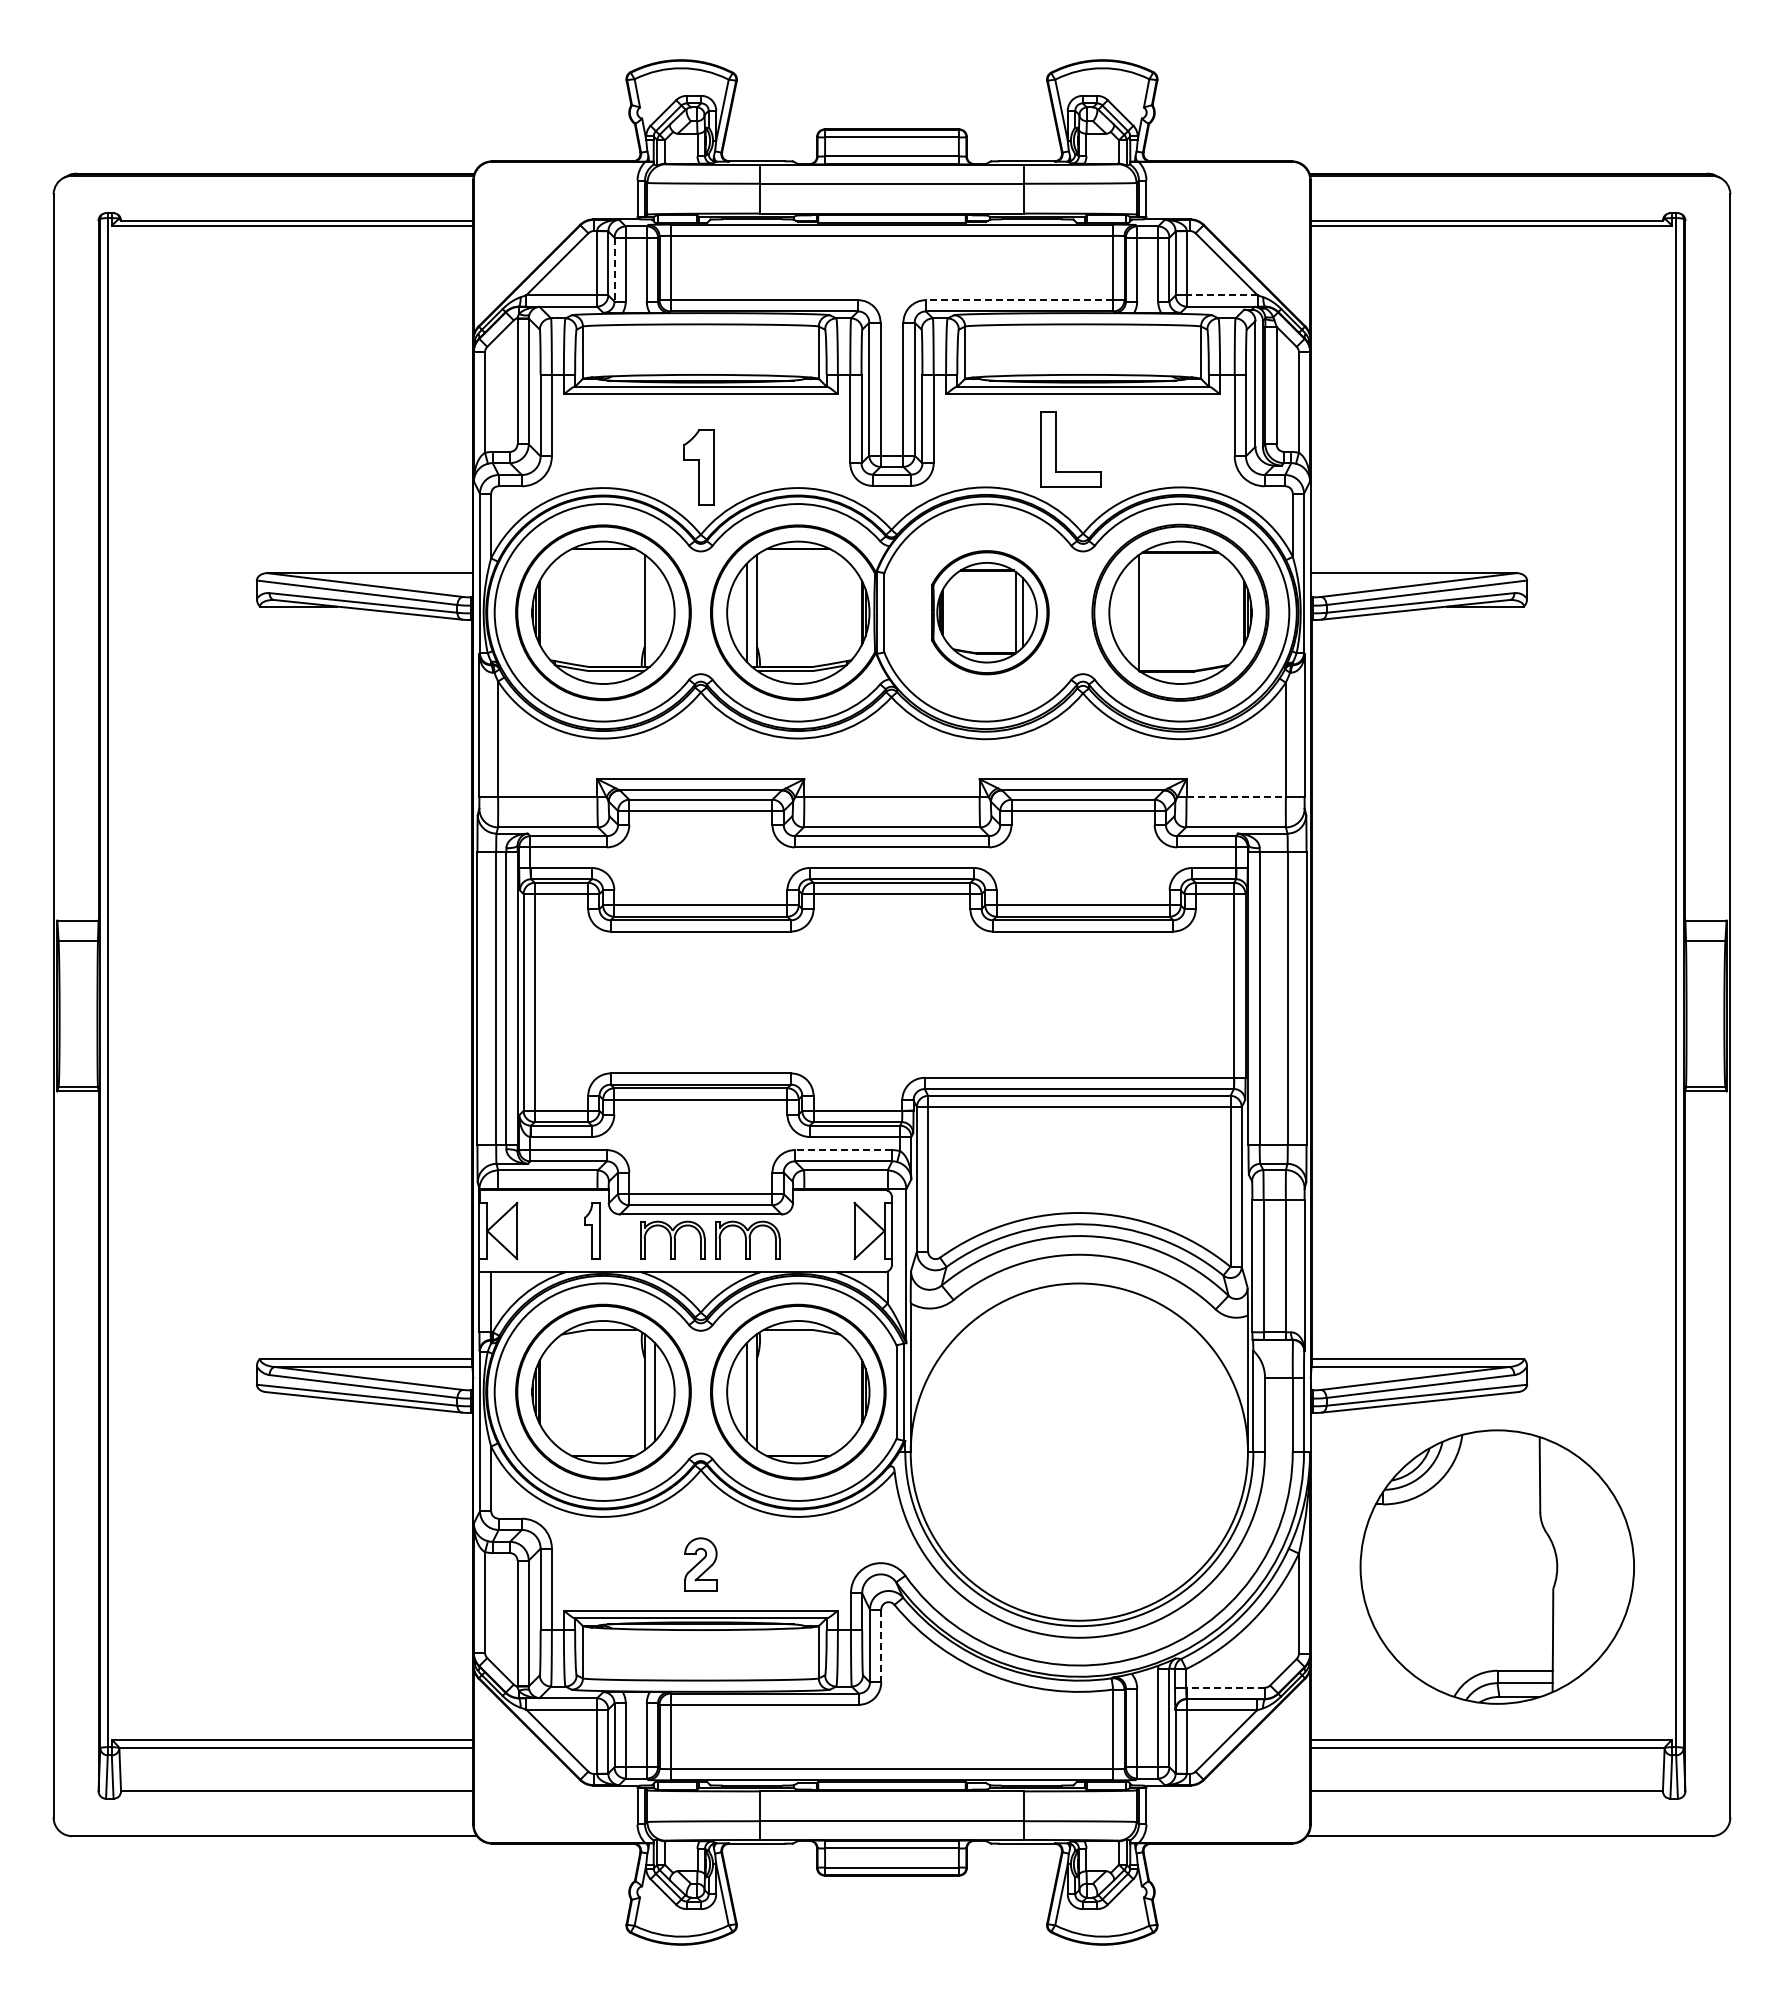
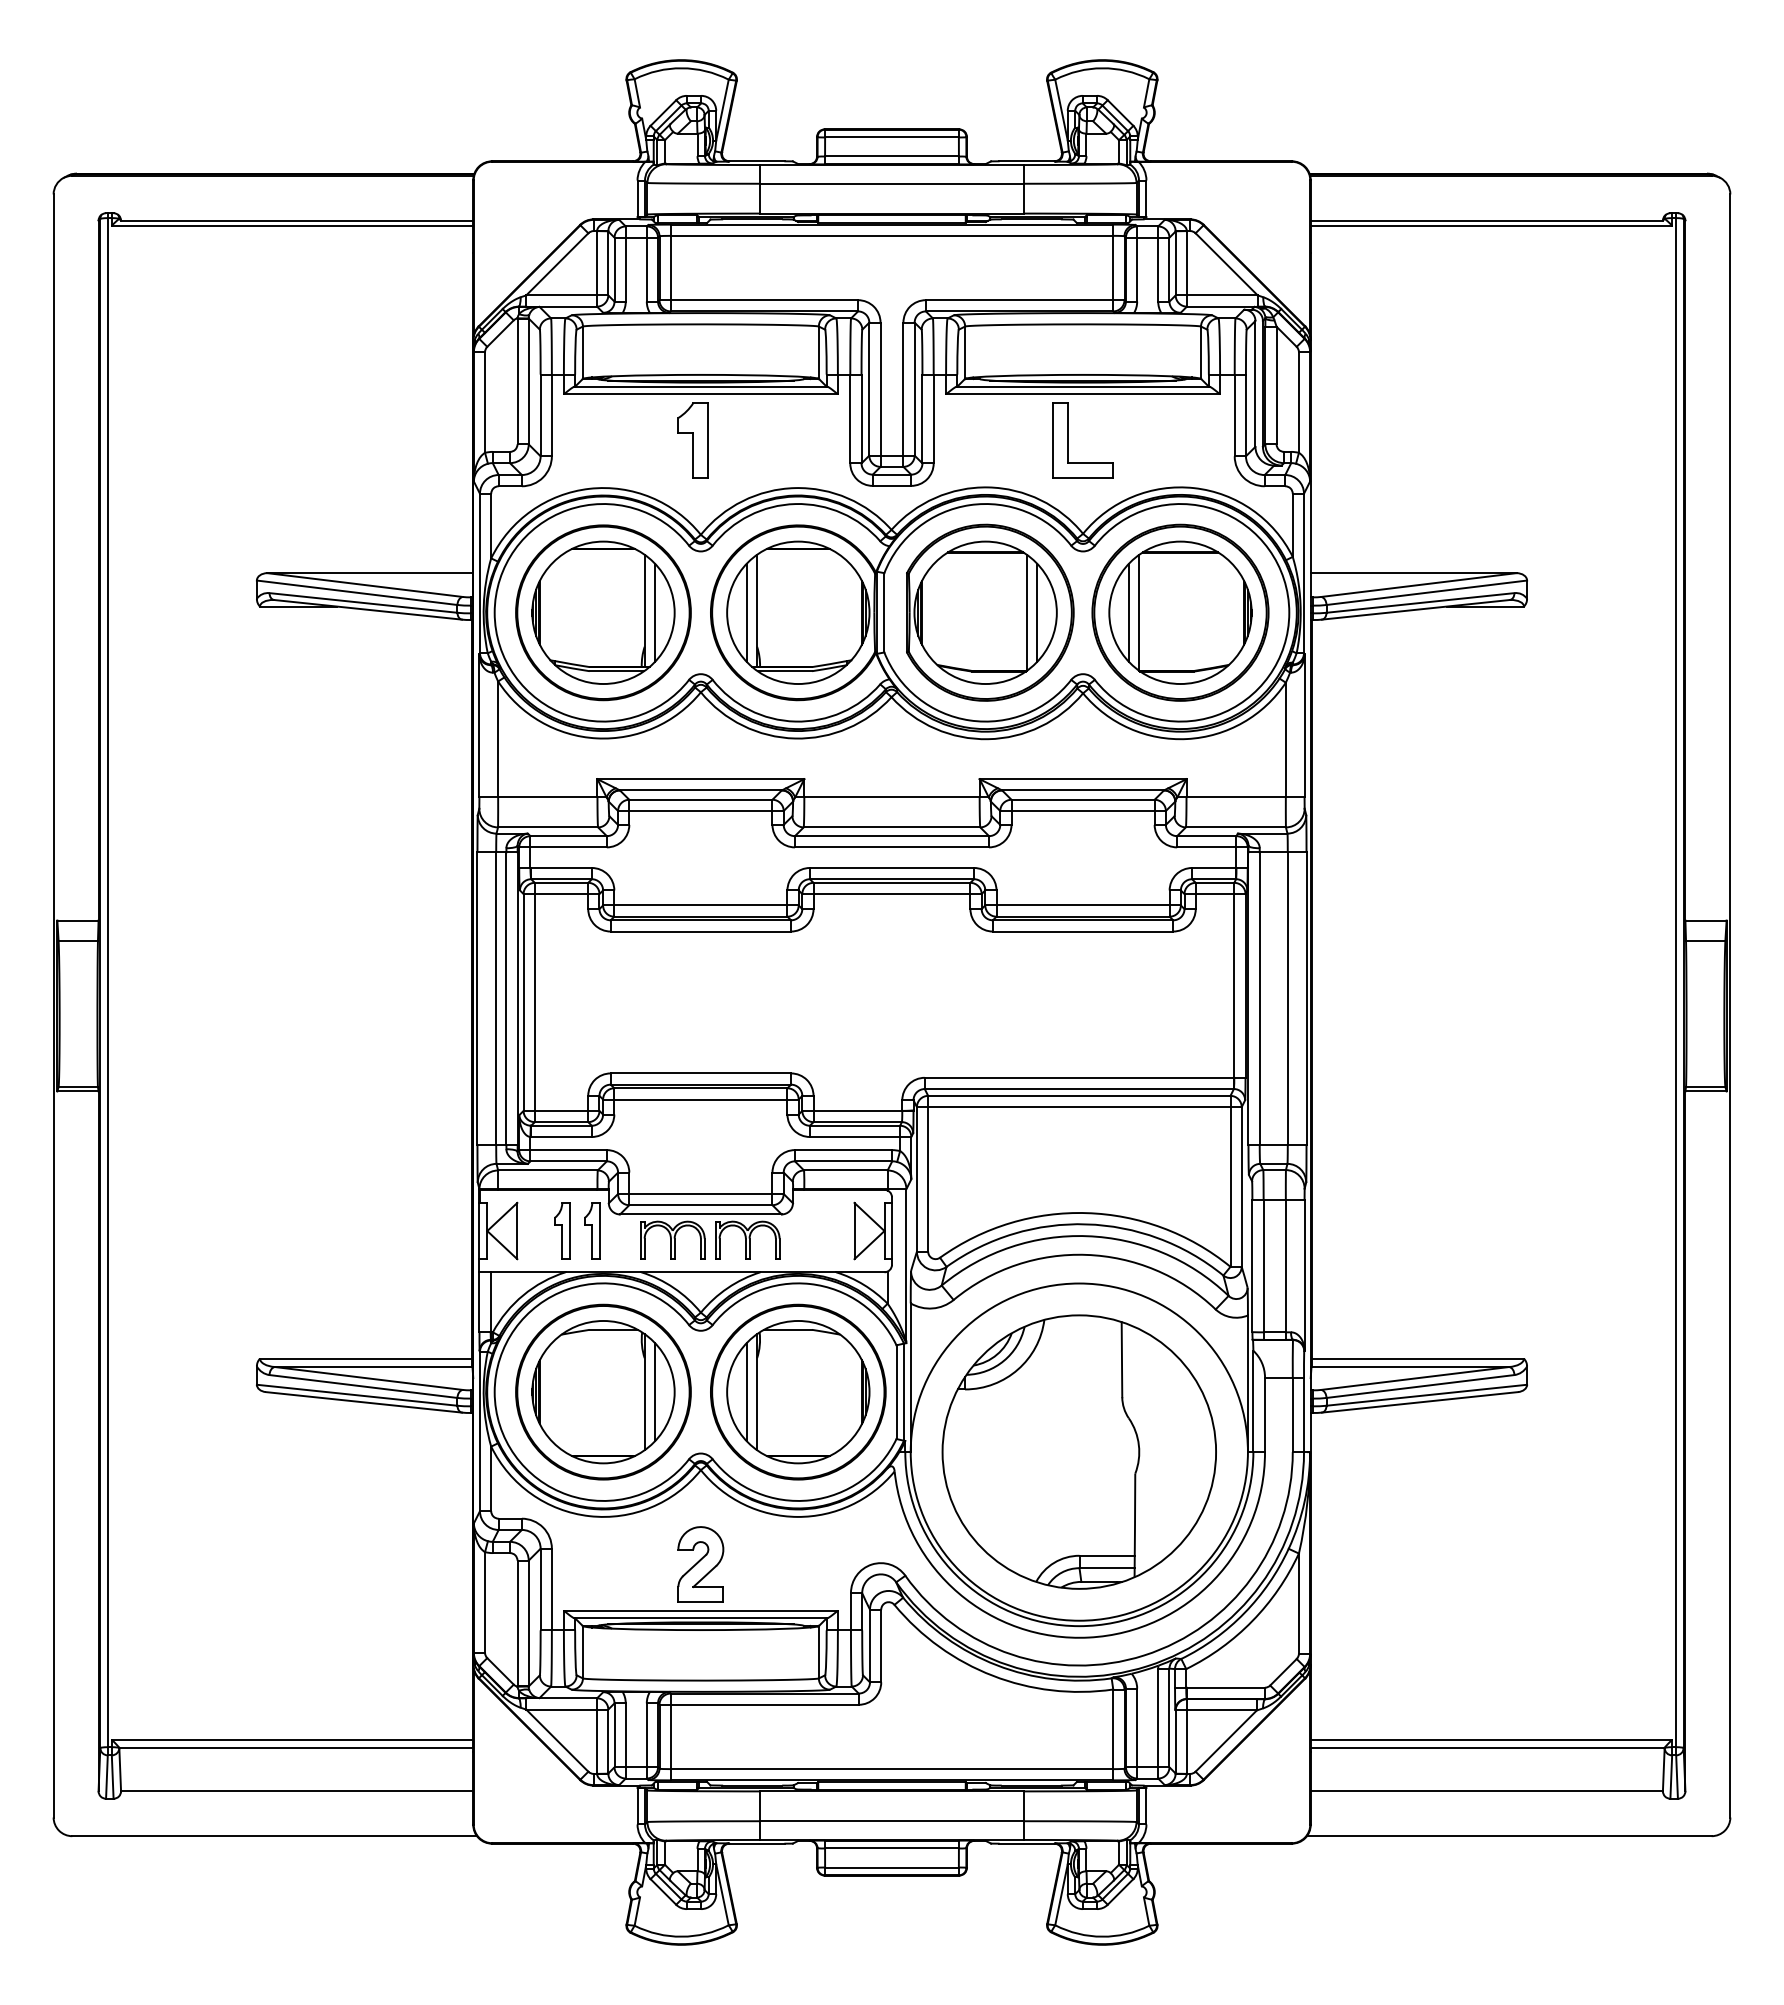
line at (614, 269): dashed -> solid
line at (1221, 295): dashed -> solid
line at (1019, 300): dashed -> solid
part at (1056, 449) position: (1056, 449) -> (1068, 440)
part at (698, 467) position: (698, 467) -> (692, 440)
line at (654, 612): none -> present
part at (990, 612) size: 119x126 px -> 169x179 px
line at (1129, 612): none -> present
line at (1236, 797): dashed -> solid
line at (843, 1150): dashed -> solid
part at (562, 1230): none -> present
part at (700, 1564) size: 34x55 px -> 48x77 px
part at (1496, 1566) position: (1496, 1566) -> (1078, 1451)
line at (881, 1646): dashed -> solid
line at (1225, 1687): dashed -> solid
